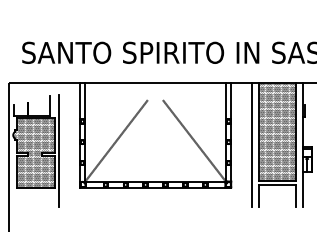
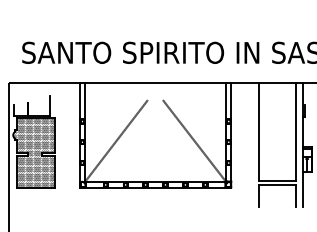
hatch at (277, 132): present -> none
line at (251, 144): present -> none
line at (59, 150): present -> none
